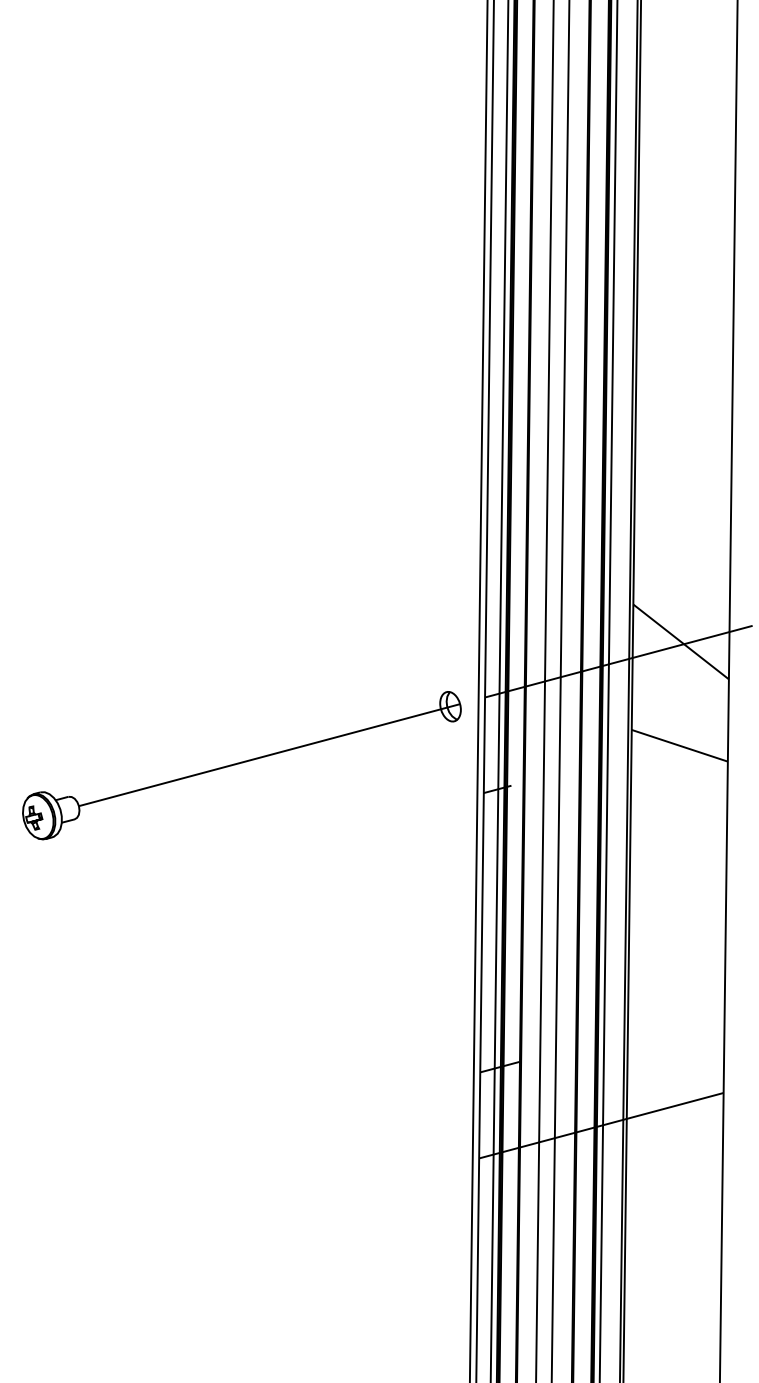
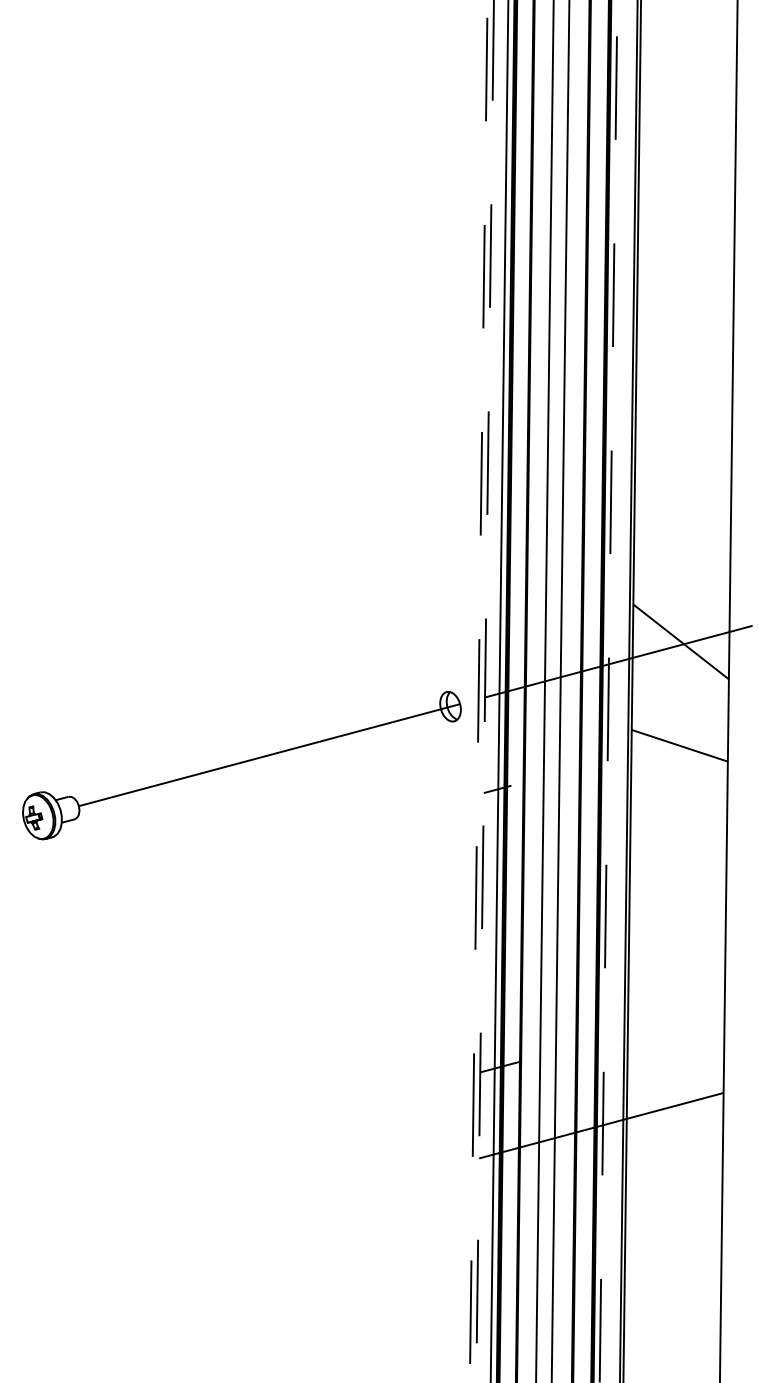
line at (493, 0): solid -> dashed
line at (608, 690): solid -> dashed
